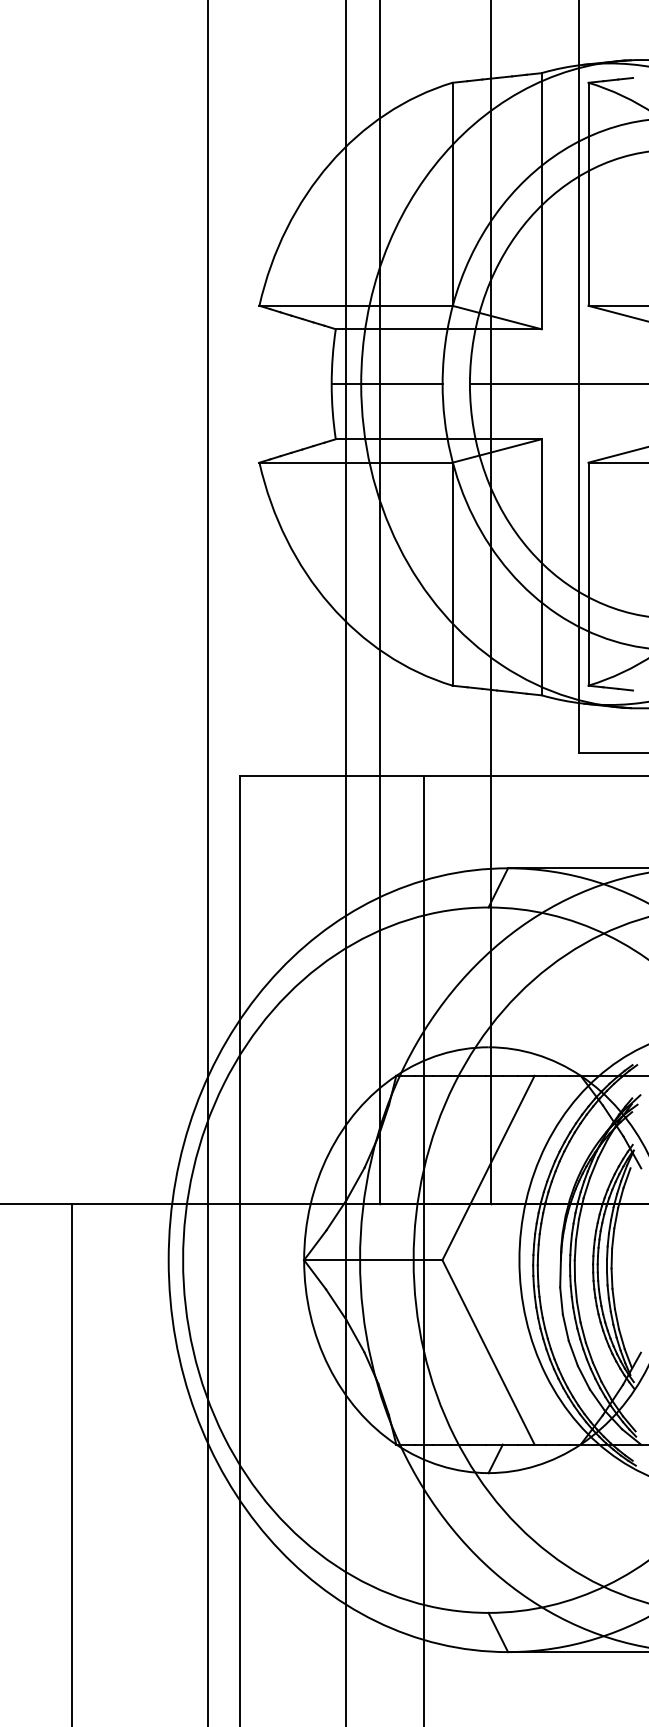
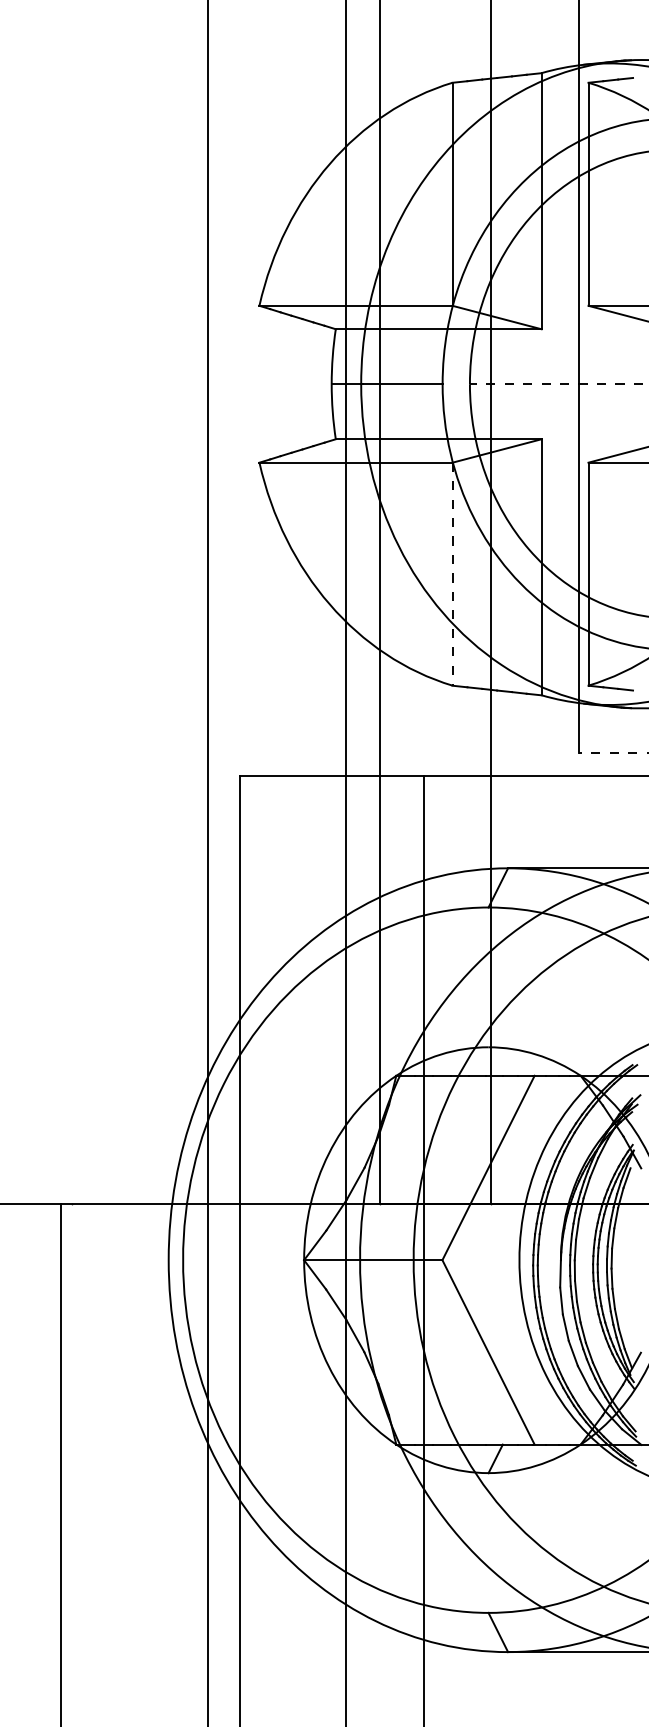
line at (558, 384): solid -> dashed
line at (452, 574): solid -> dashed
line at (613, 753): solid -> dashed
line at (71, 1463) position: (71, 1463) -> (60, 1463)
